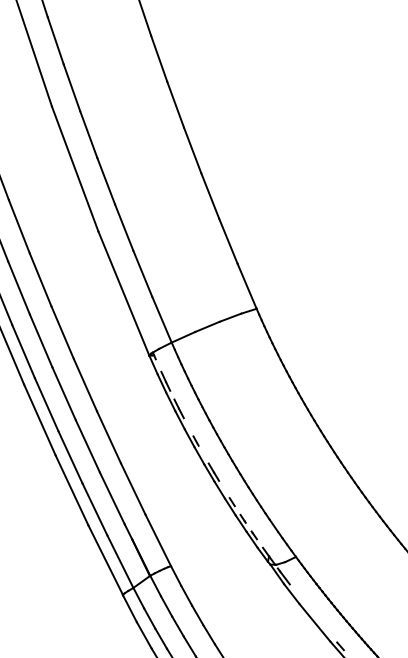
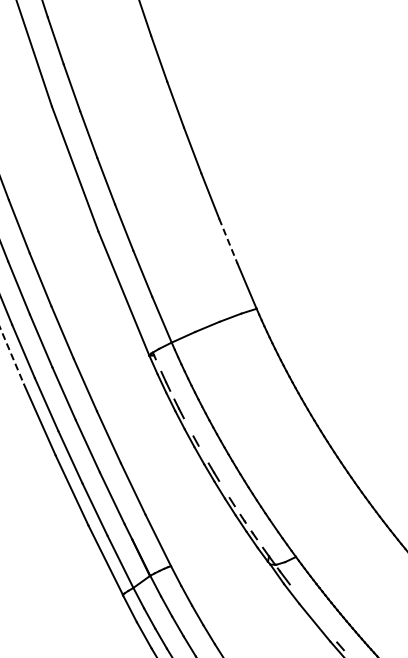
line at (228, 241): solid -> dashed
line at (12, 356): solid -> dashed
